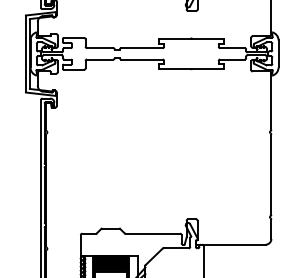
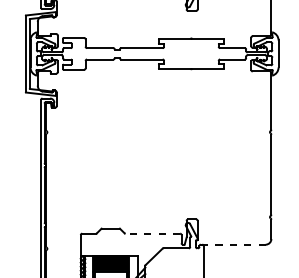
line at (152, 233): solid -> dashed
line at (231, 244): solid -> dashed
